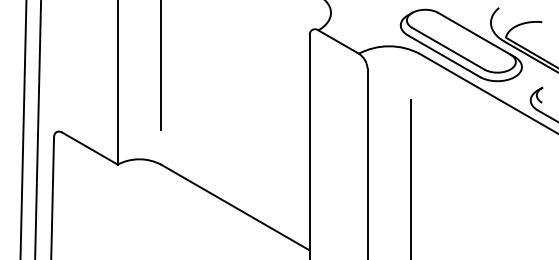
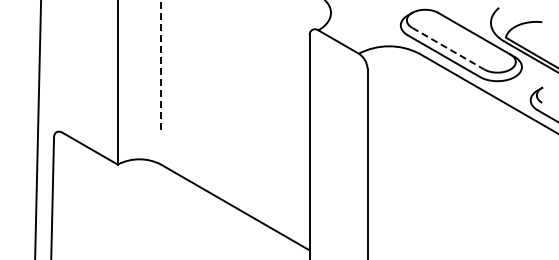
line at (448, 48): solid -> dashed
line at (161, 65): solid -> dashed
line at (23, 129): present -> none
line at (410, 178): present -> none
